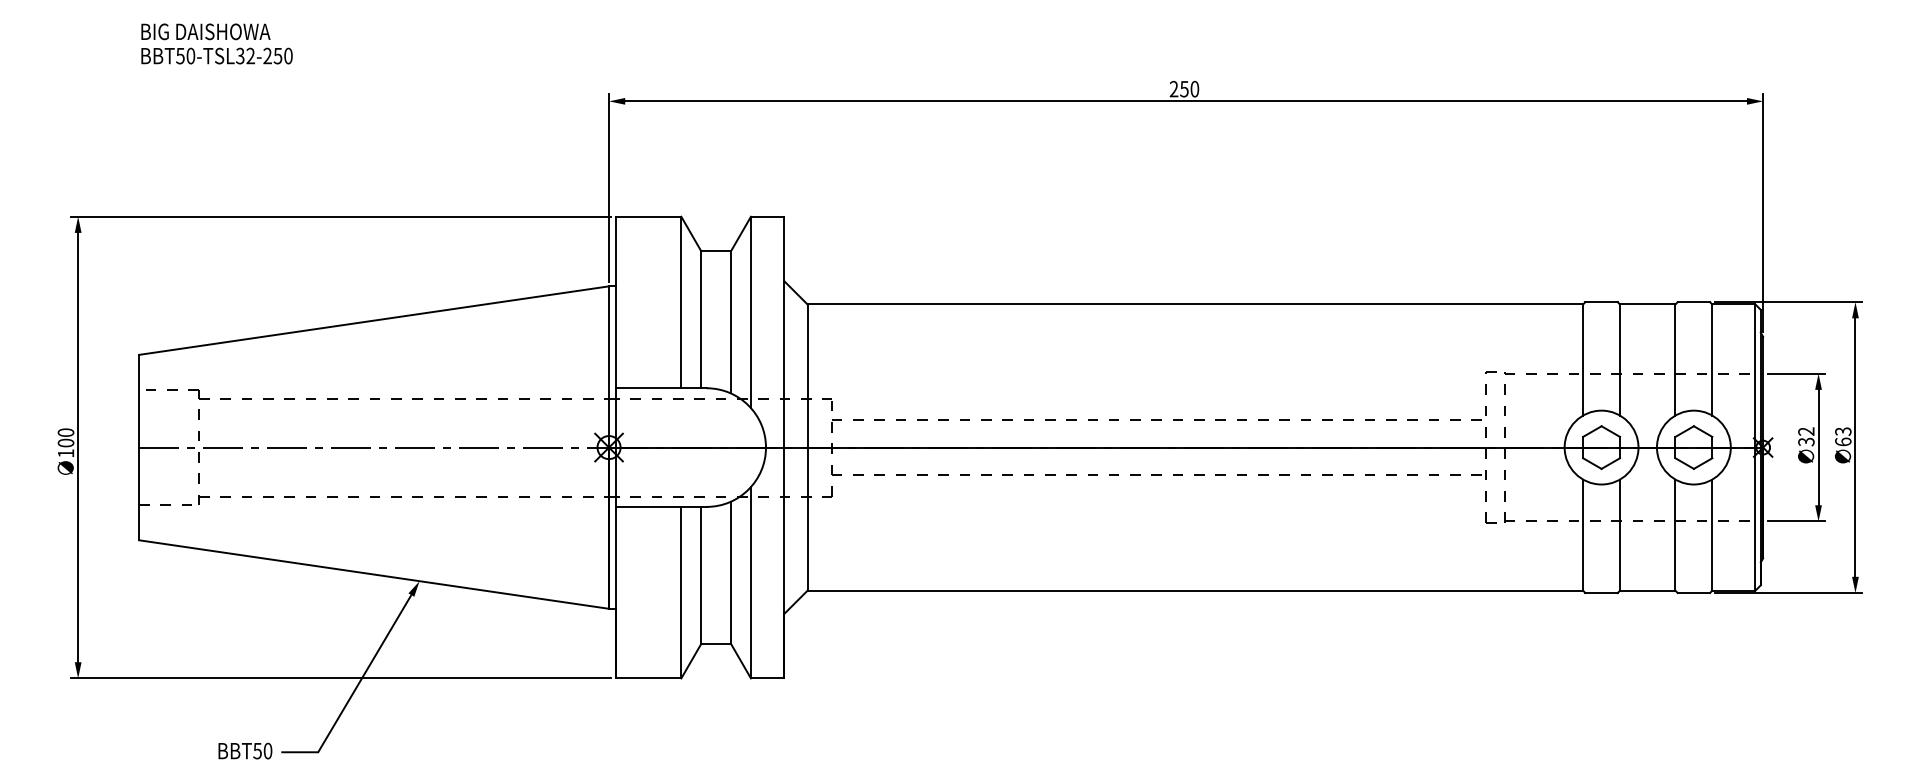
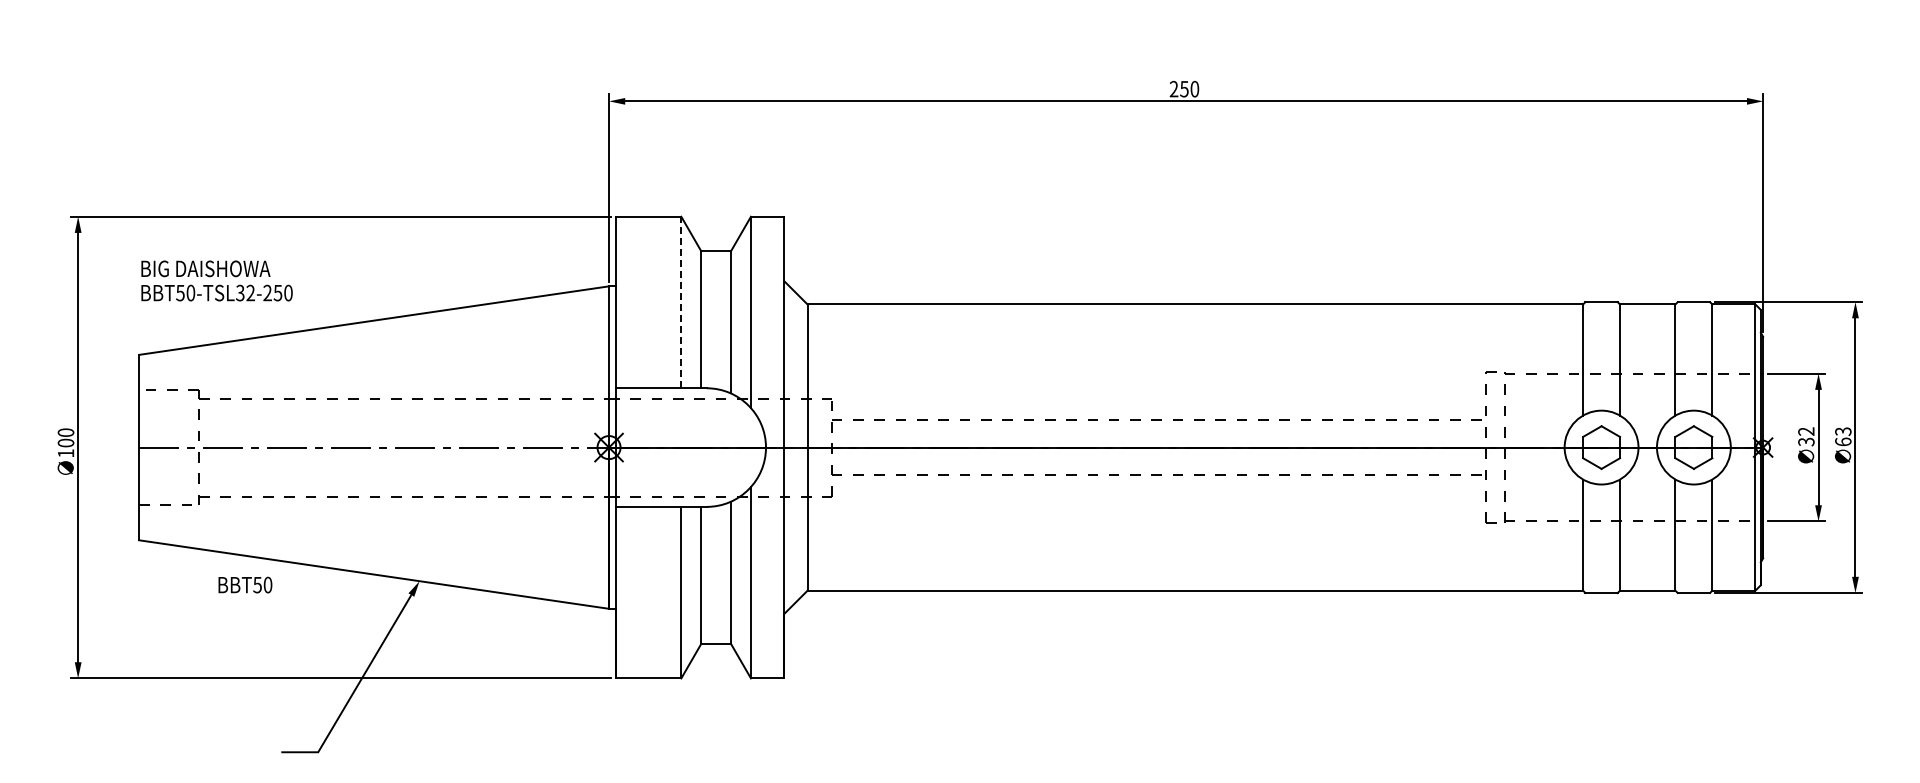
text at (216, 43) position: (216, 43) -> (216, 280)
line at (681, 302): solid -> dashed
text at (245, 750) position: (245, 750) -> (245, 584)
